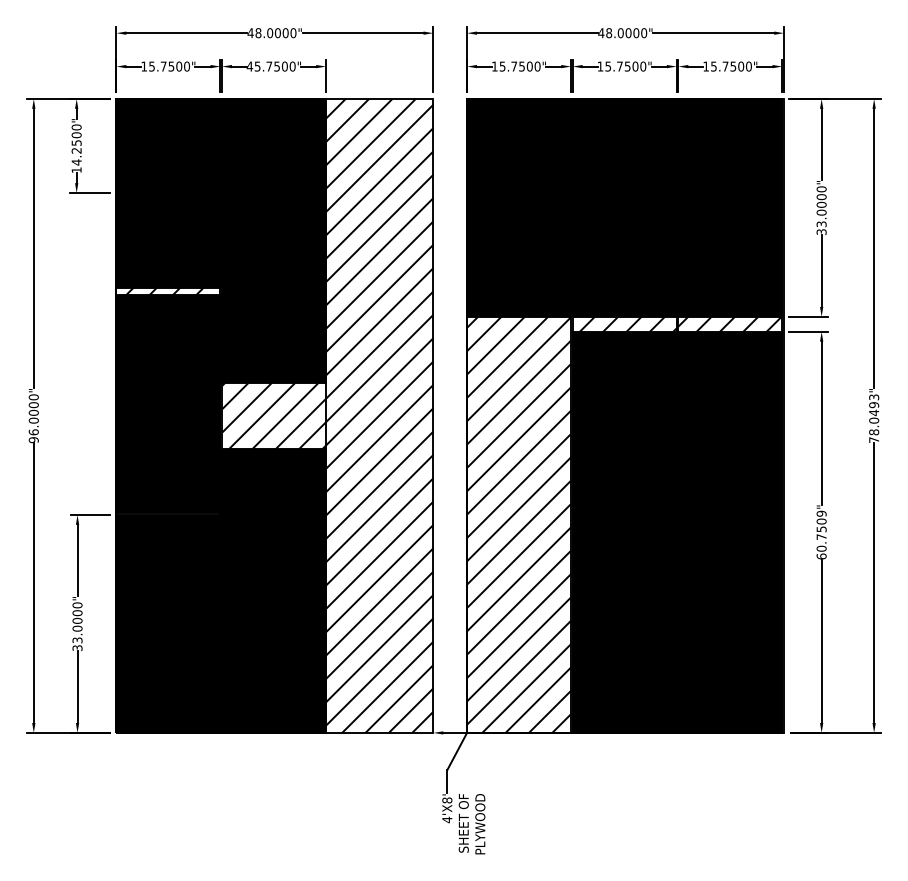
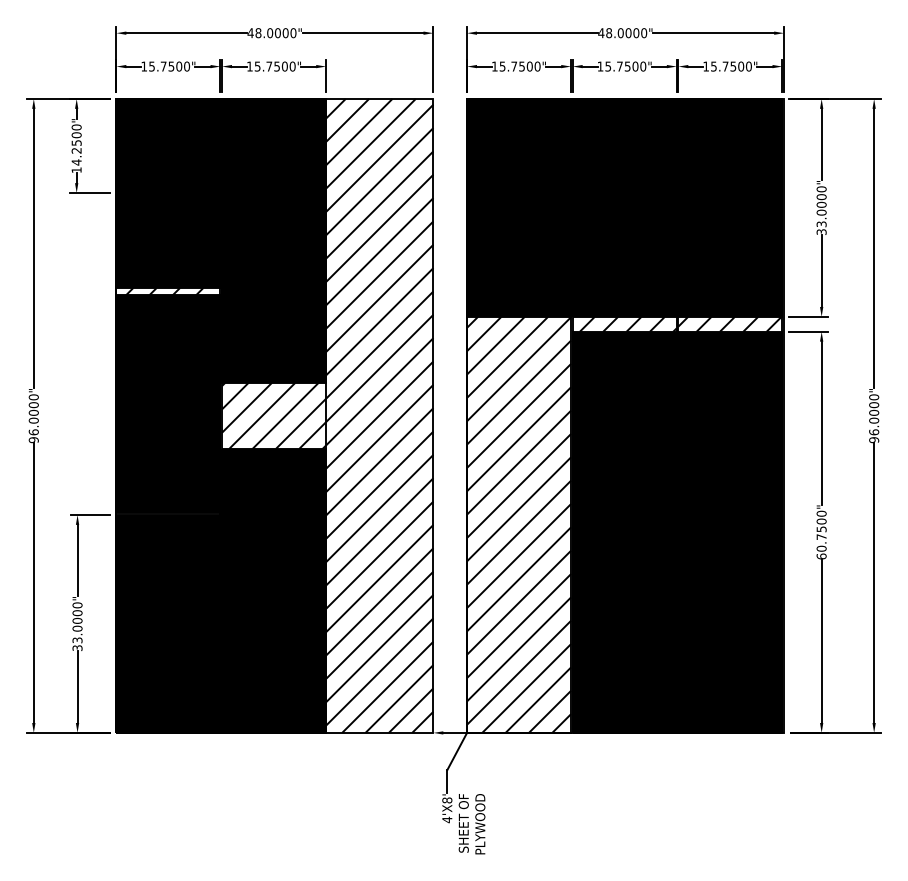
text at (249, 66): 45.7500" -> 15.7500"
text at (874, 418): 78.0493" -> 96.0000"
text at (821, 513): 60.7509" -> 60.7500"
